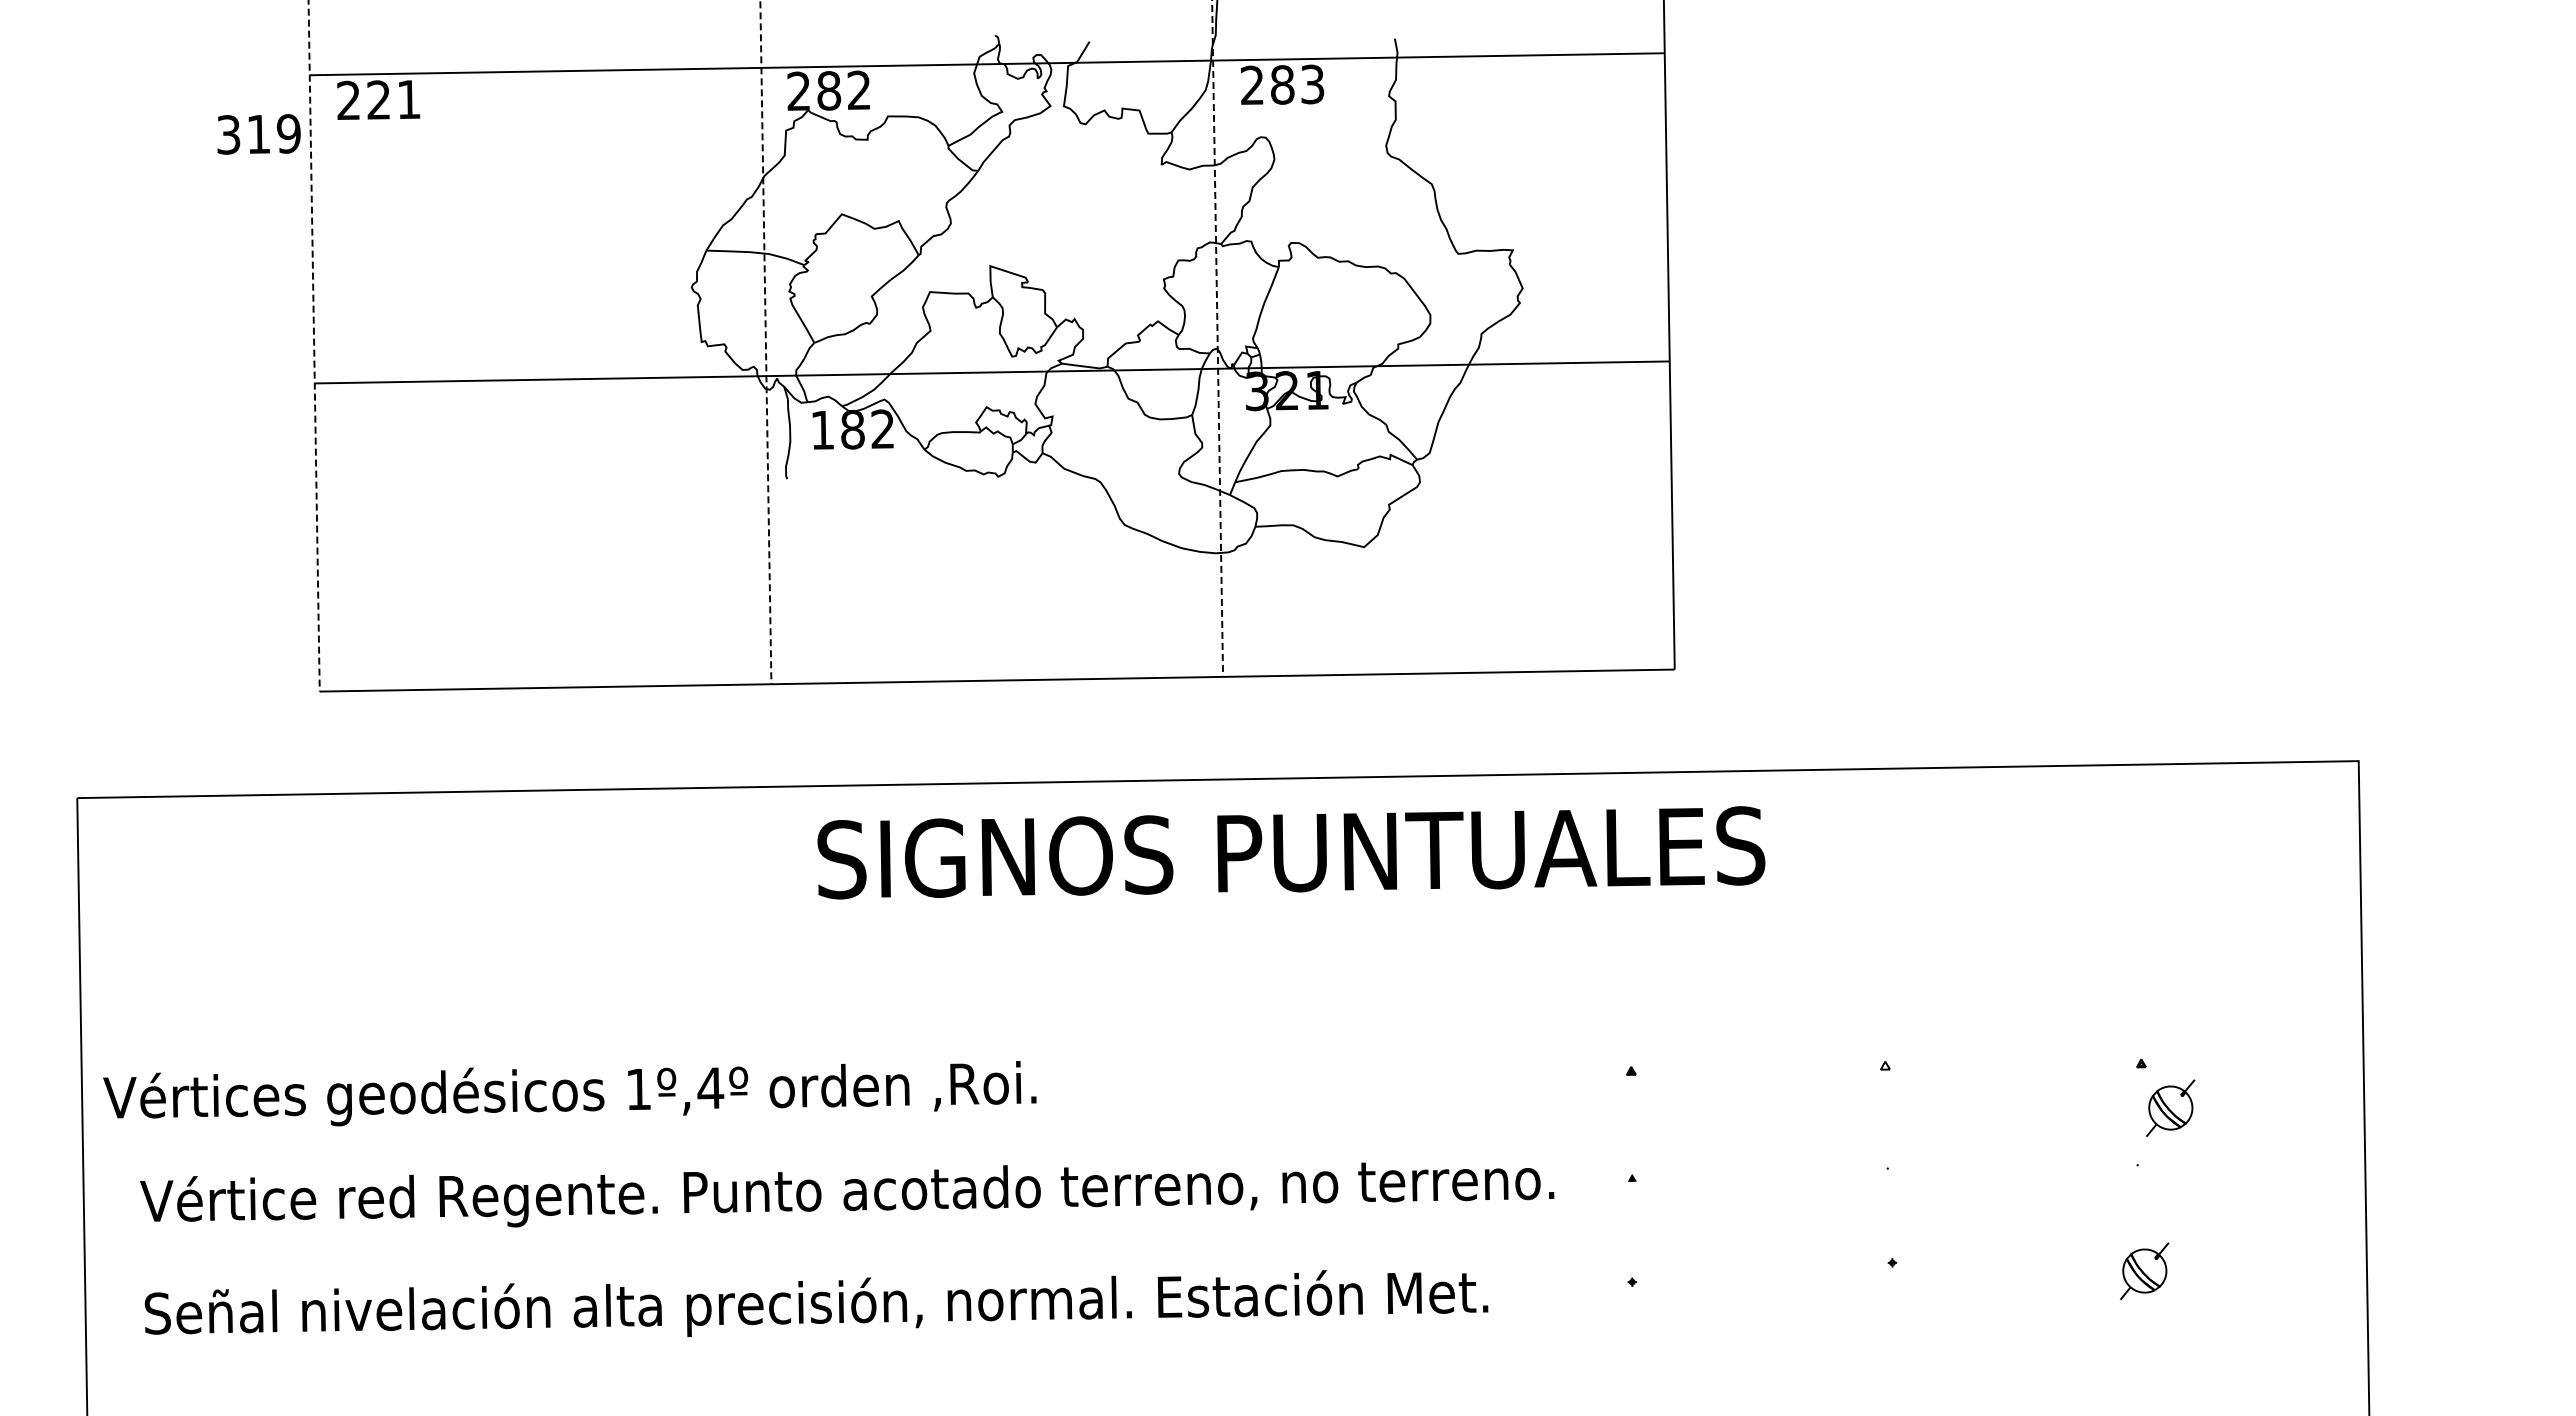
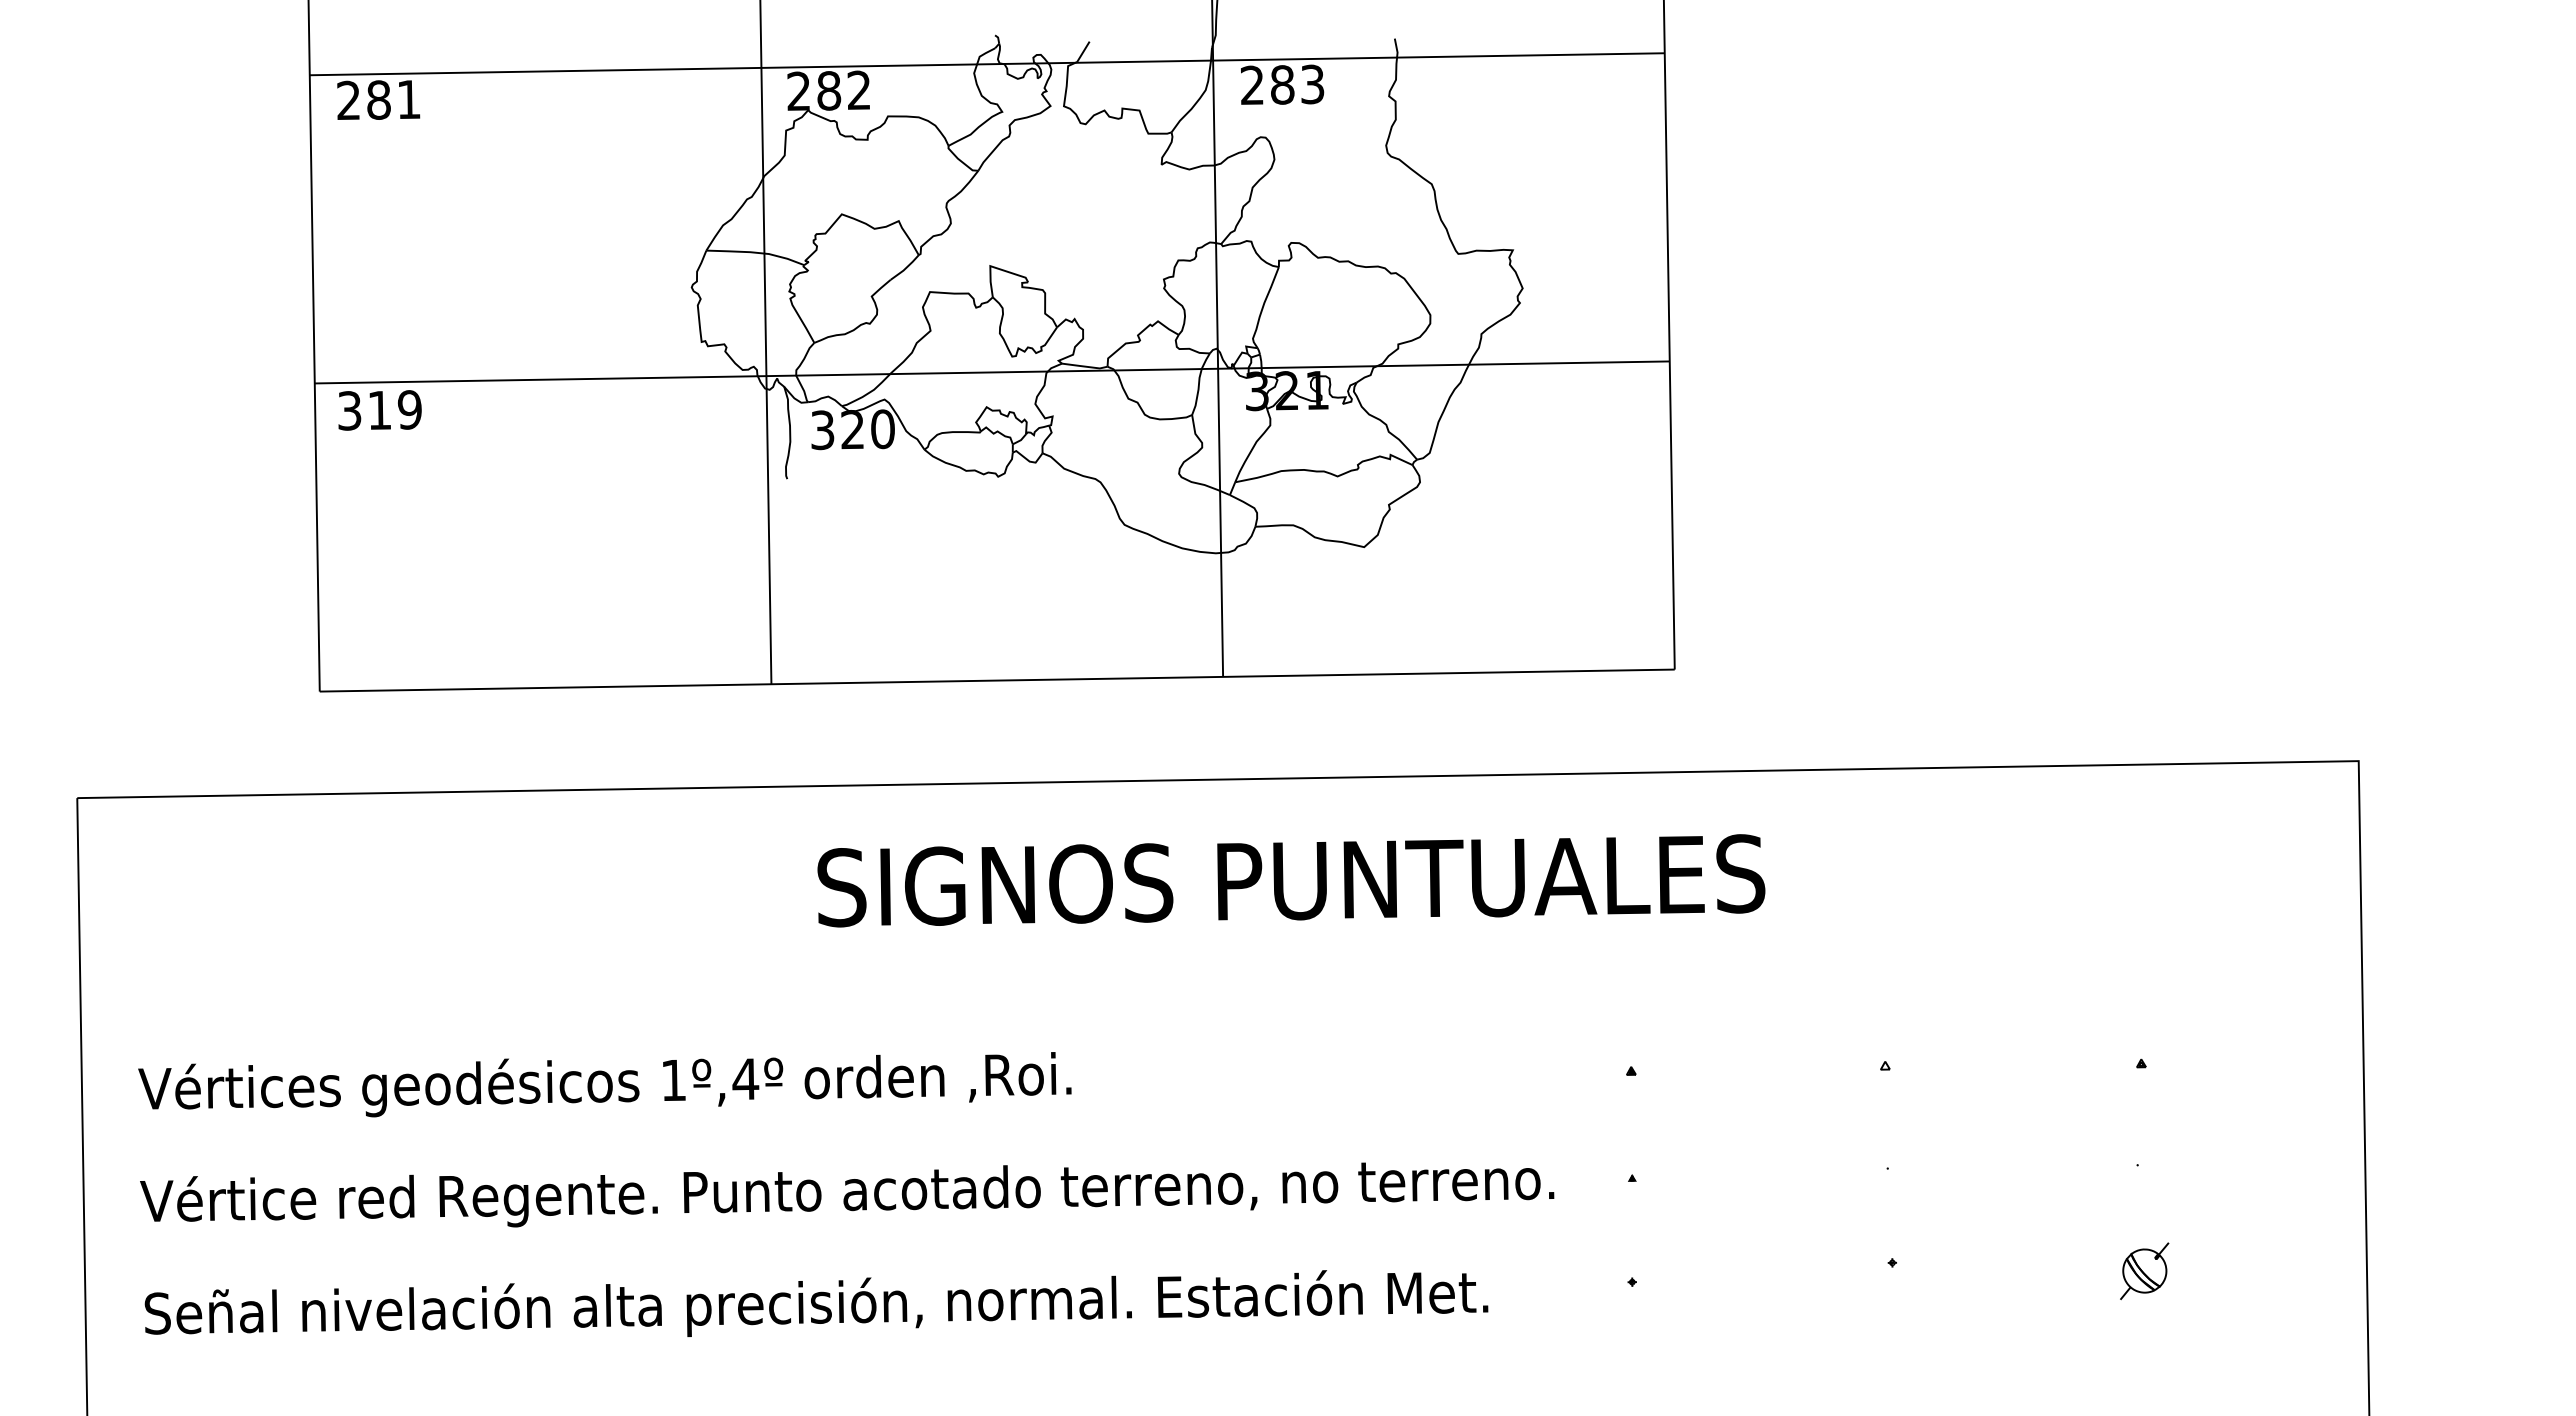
text at (378, 99): 221 -> 281
text at (258, 134) position: (258, 134) -> (379, 410)
line at (1217, 339): dashed -> solid
line at (765, 342): dashed -> solid
line at (314, 346): dashed -> solid
text at (852, 429): 182 -> 320
text at (1291, 852) position: (1291, 852) -> (1291, 880)
text at (569, 1093) position: (569, 1093) -> (604, 1084)
part at (2170, 1108): present -> none
